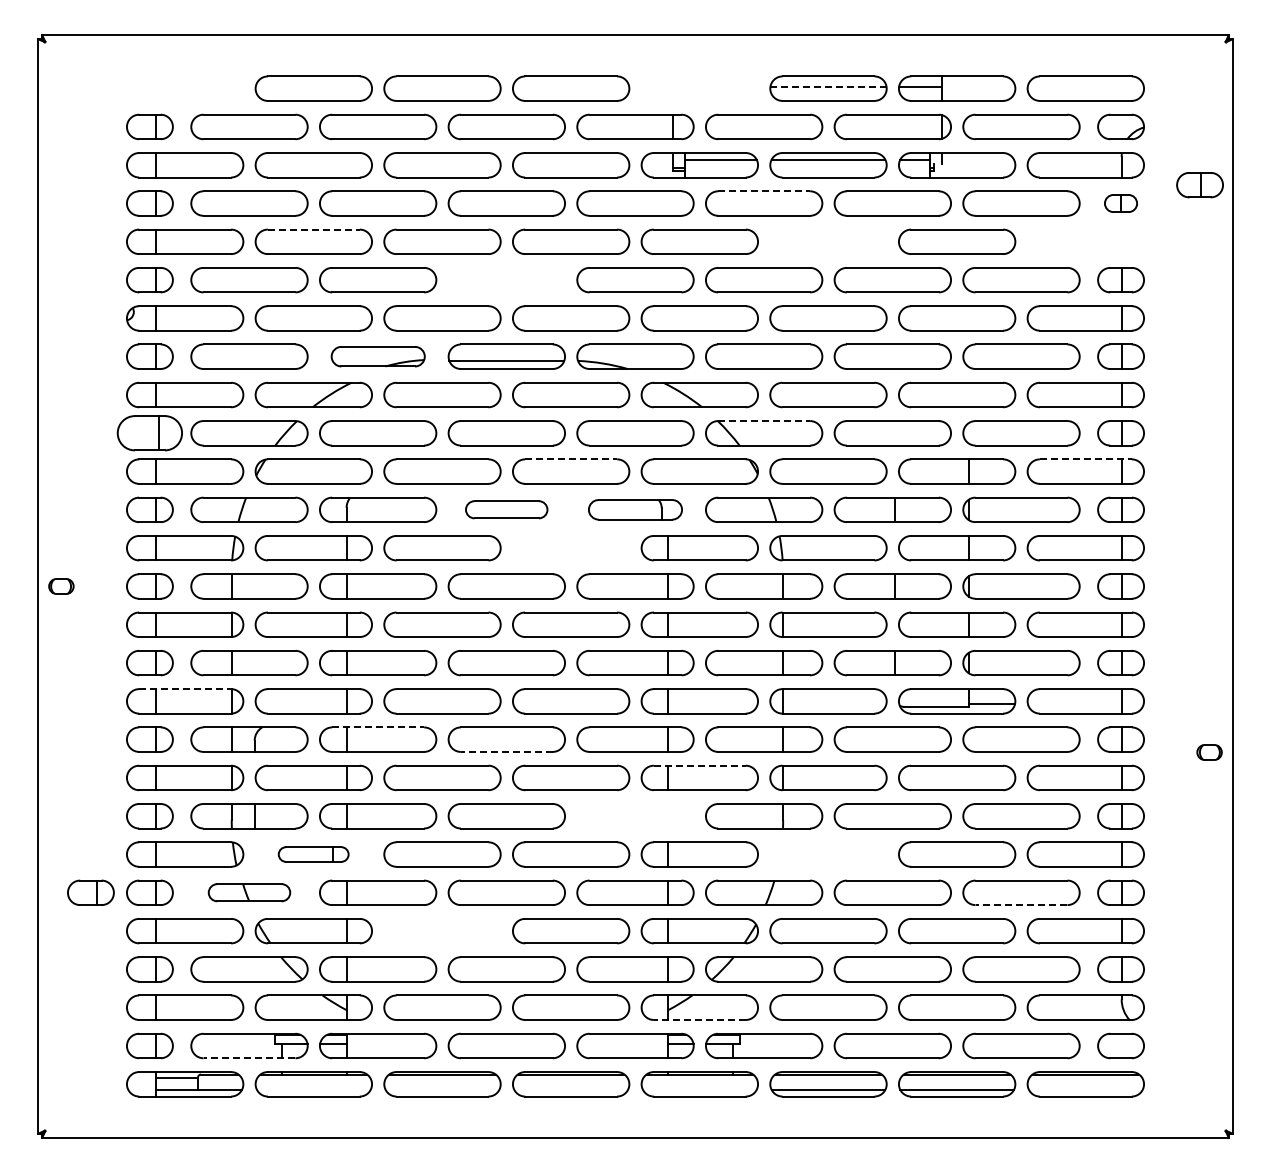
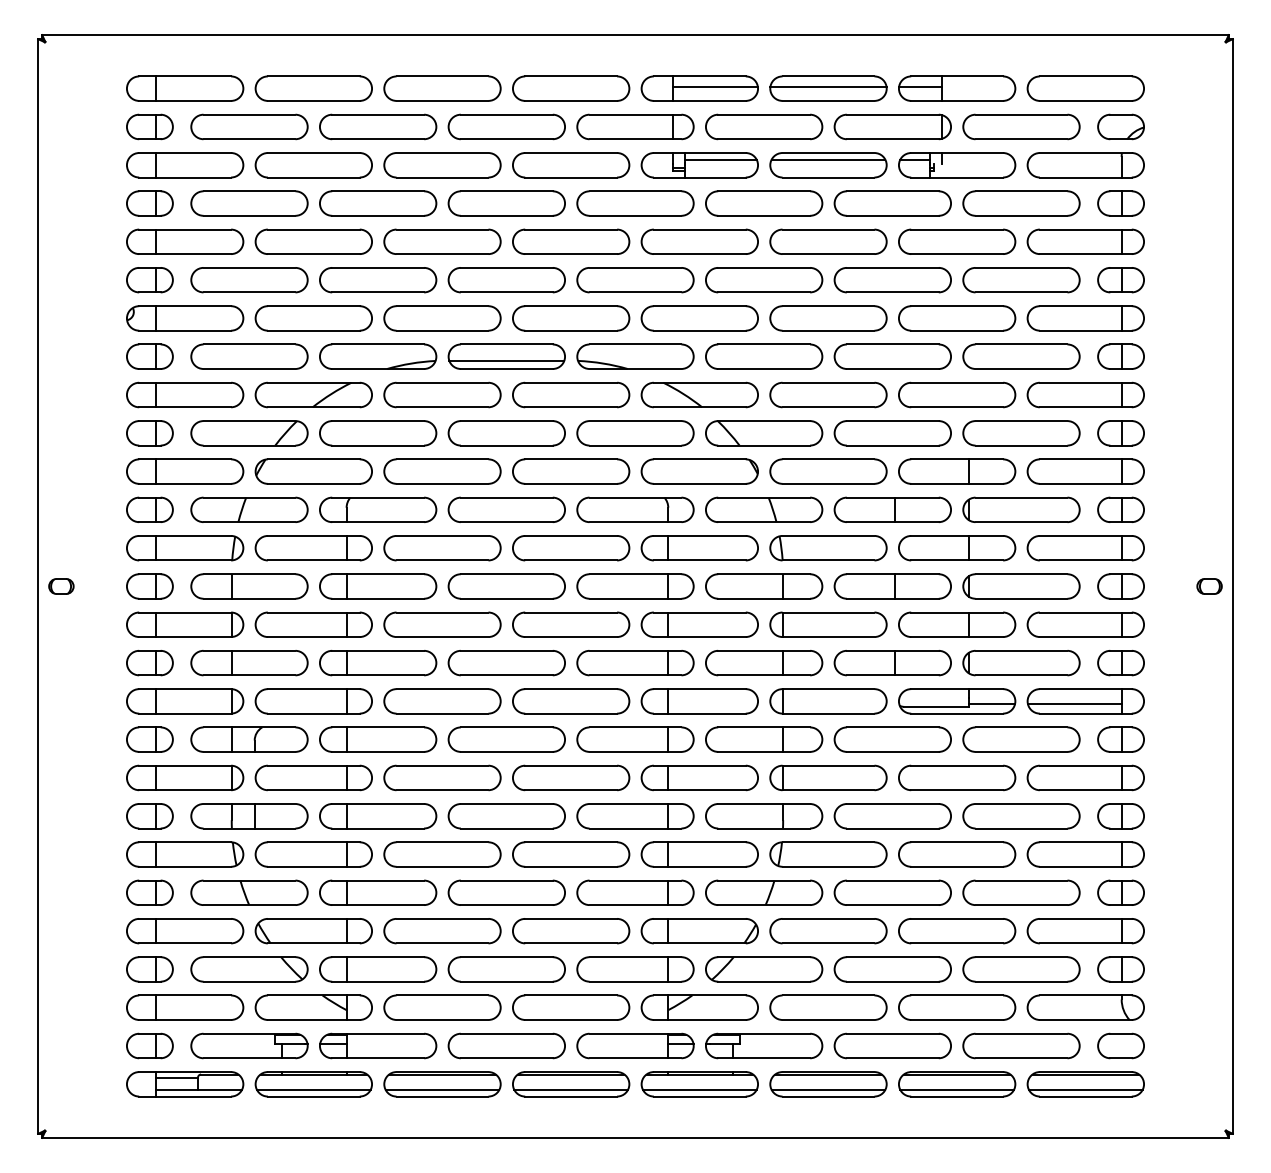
line at (828, 86): dashed -> solid
part at (185, 88): none -> present
part at (699, 88): none -> present
part at (1199, 185): present -> none
line at (764, 191): dashed -> solid
part at (1120, 203) size: 34x19 px -> 48x27 px
line at (313, 229): dashed -> solid
part at (828, 241): none -> present
part at (1085, 241): none -> present
part at (506, 280): none -> present
part at (377, 356) size: 96x22 px -> 119x27 px
line at (764, 421): dashed -> solid
part at (149, 433) size: 67x37 px -> 48x27 px
line at (571, 459): dashed -> solid
line at (1085, 459): dashed -> solid
part at (506, 509) size: 84x20 px -> 119x27 px
part at (635, 509) size: 95x22 px -> 119x27 px
part at (571, 548): none -> present
line at (185, 689): dashed -> solid
line at (1074, 703): none -> present
line at (378, 727): dashed -> solid
line at (506, 751): dashed -> solid
part at (1209, 752) position: (1209, 752) -> (1209, 586)
line at (699, 765): dashed -> solid
part at (635, 816): none -> present
part at (313, 854) size: 73x17 px -> 119x27 px
part at (828, 854): none -> present
part at (90, 892): present -> none
part at (249, 892) size: 85x20 px -> 119x27 px
line at (1021, 905): dashed -> solid
part at (442, 931): none -> present
line at (699, 1019): dashed -> solid
line at (249, 1058): dashed -> solid
line at (313, 1089): none -> present
line at (442, 1089): none -> present
line at (571, 1089): none -> present
line at (699, 1089): none -> present
line at (1085, 1089): none -> present
